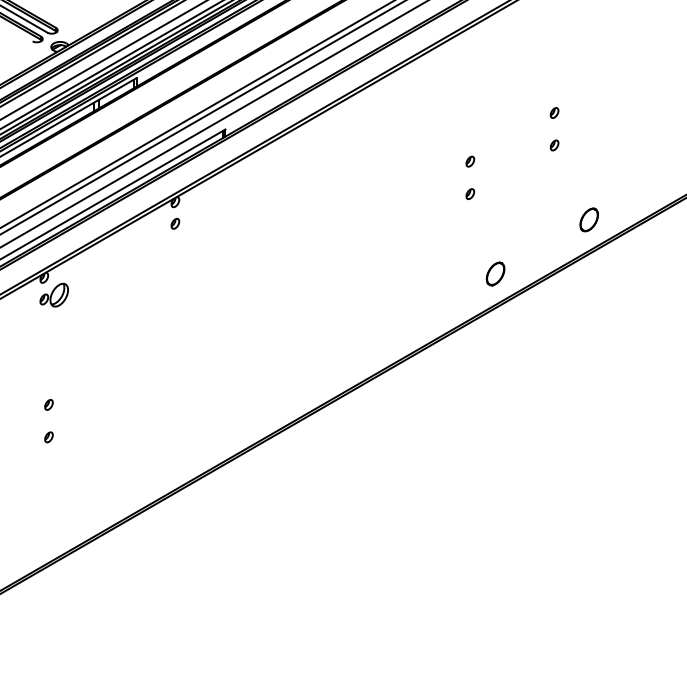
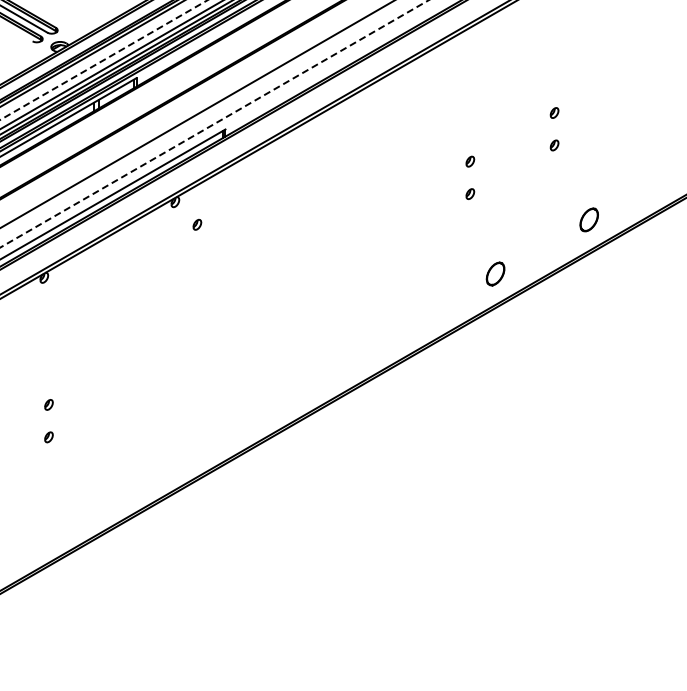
line at (103, 60): solid -> dashed
line at (202, 117): present -> none
line at (214, 123): solid -> dashed
part at (175, 223) position: (175, 223) -> (197, 224)
part at (53, 294): present -> none
